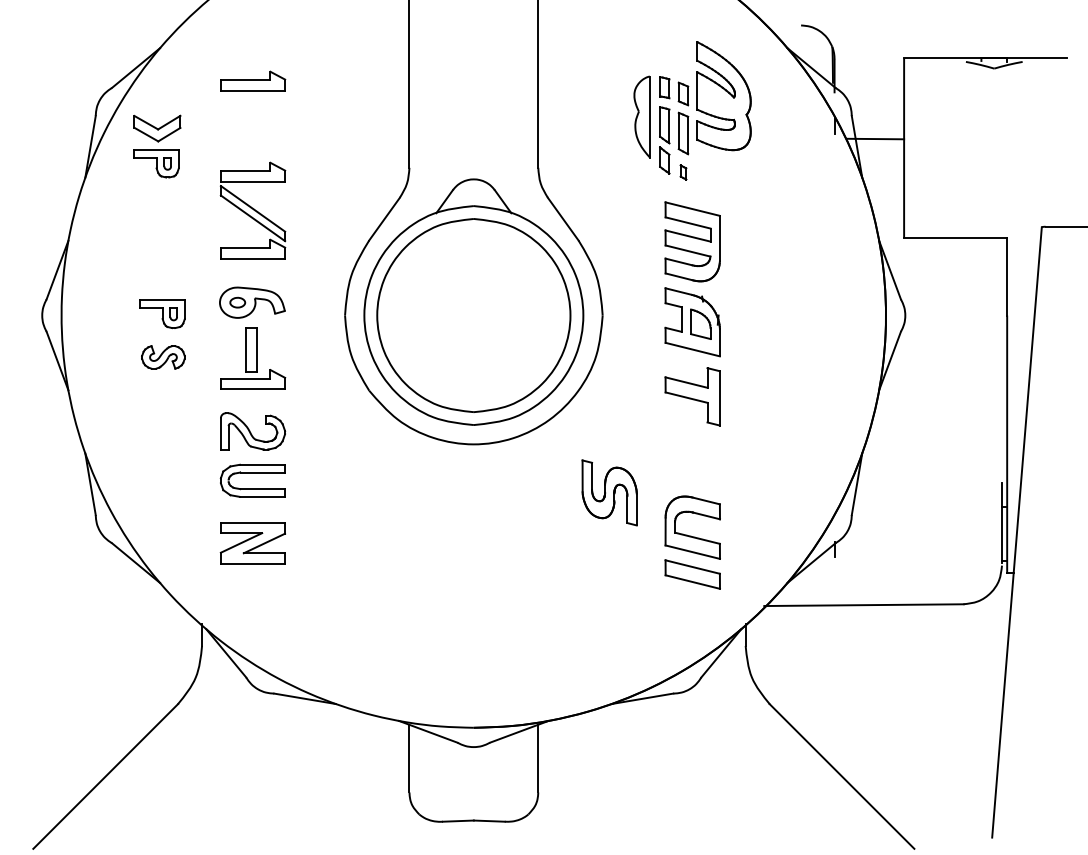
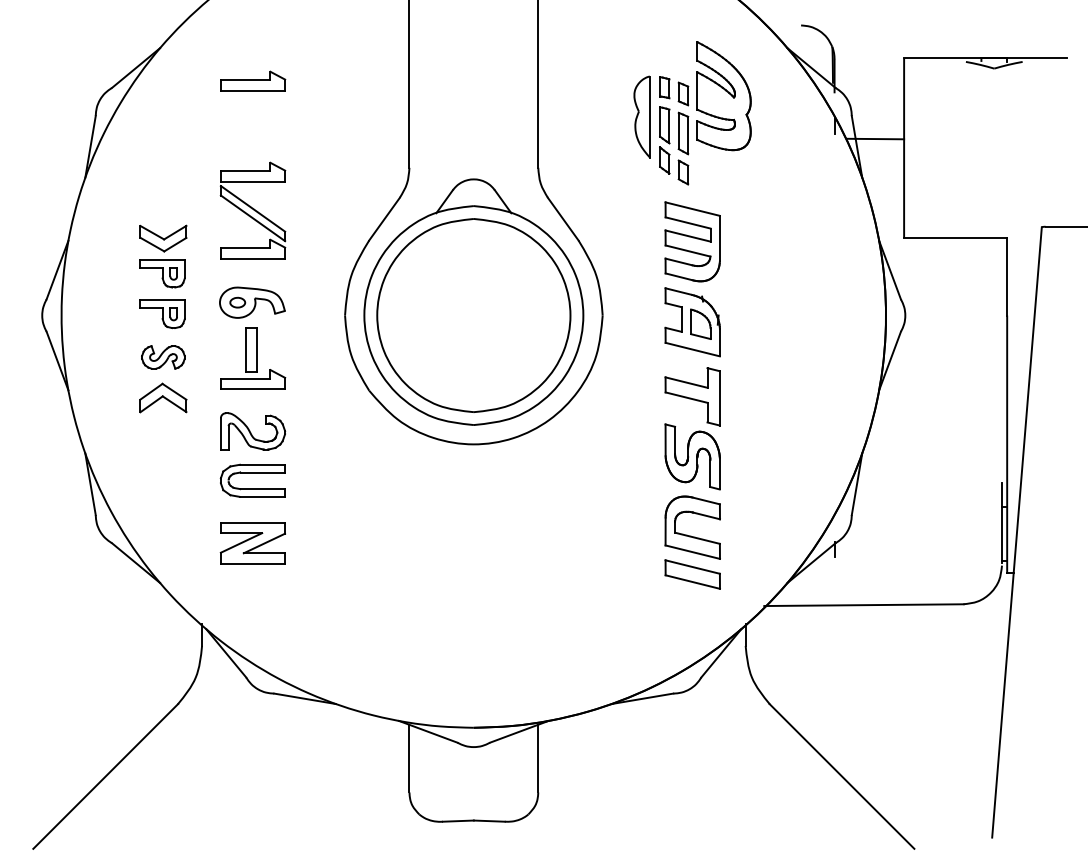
part at (157, 146) position: (157, 146) -> (163, 256)
part at (683, 172) size: 9x17 px -> 13x27 px
part at (163, 397): none -> present
part at (609, 492) position: (609, 492) -> (692, 456)
